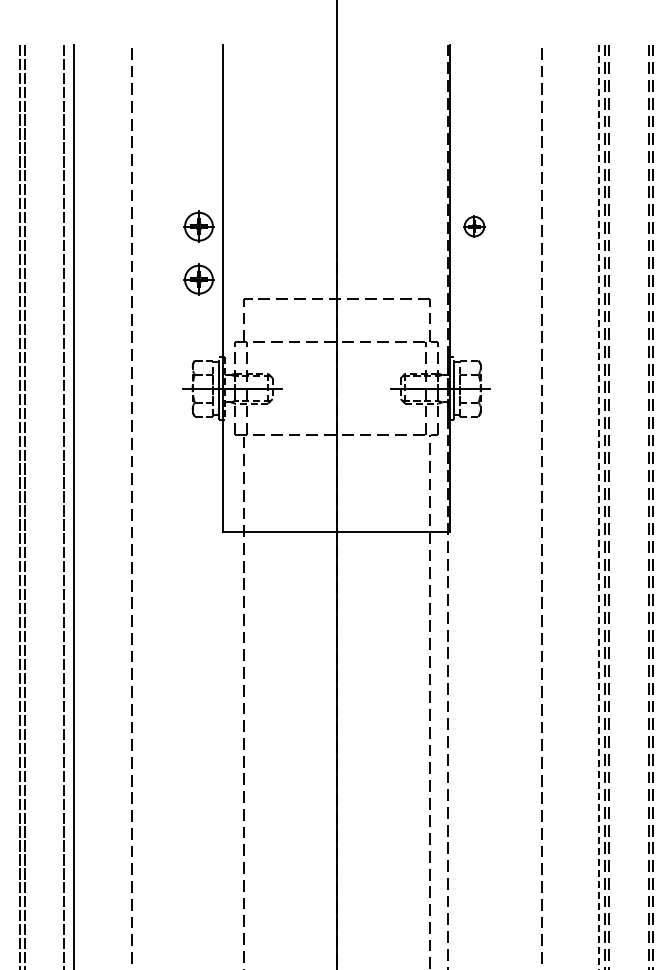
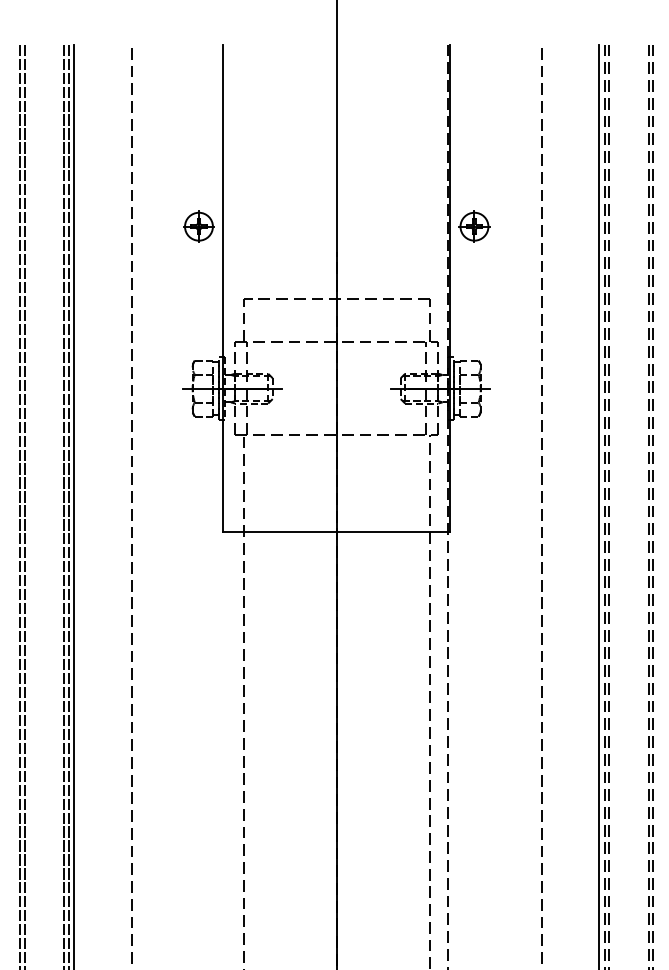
part at (474, 226) size: 23x23 px -> 33x33 px
part at (198, 279): present -> none
line at (68, 505): none -> present
line at (599, 507): dashed -> solid
